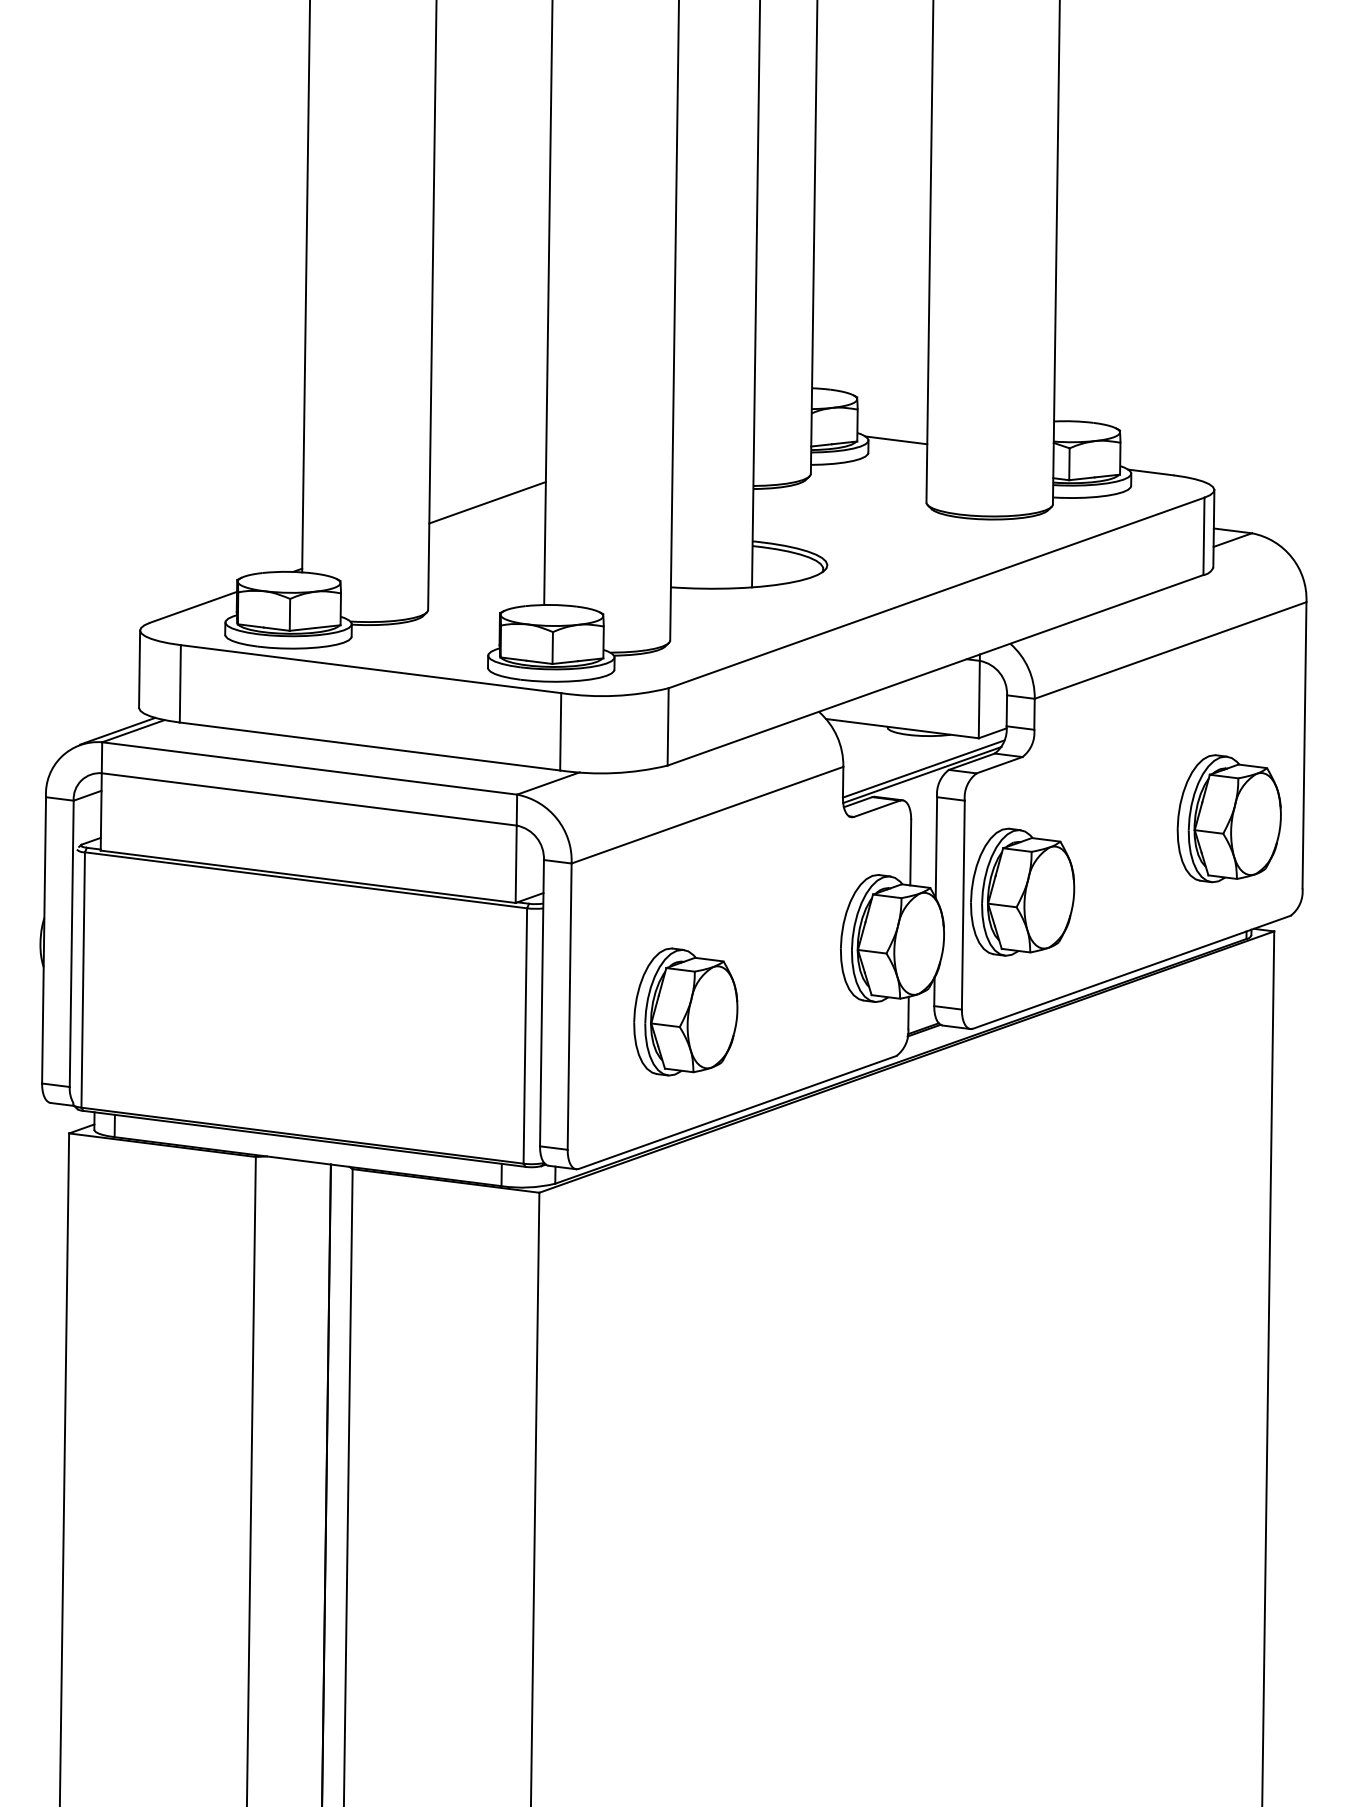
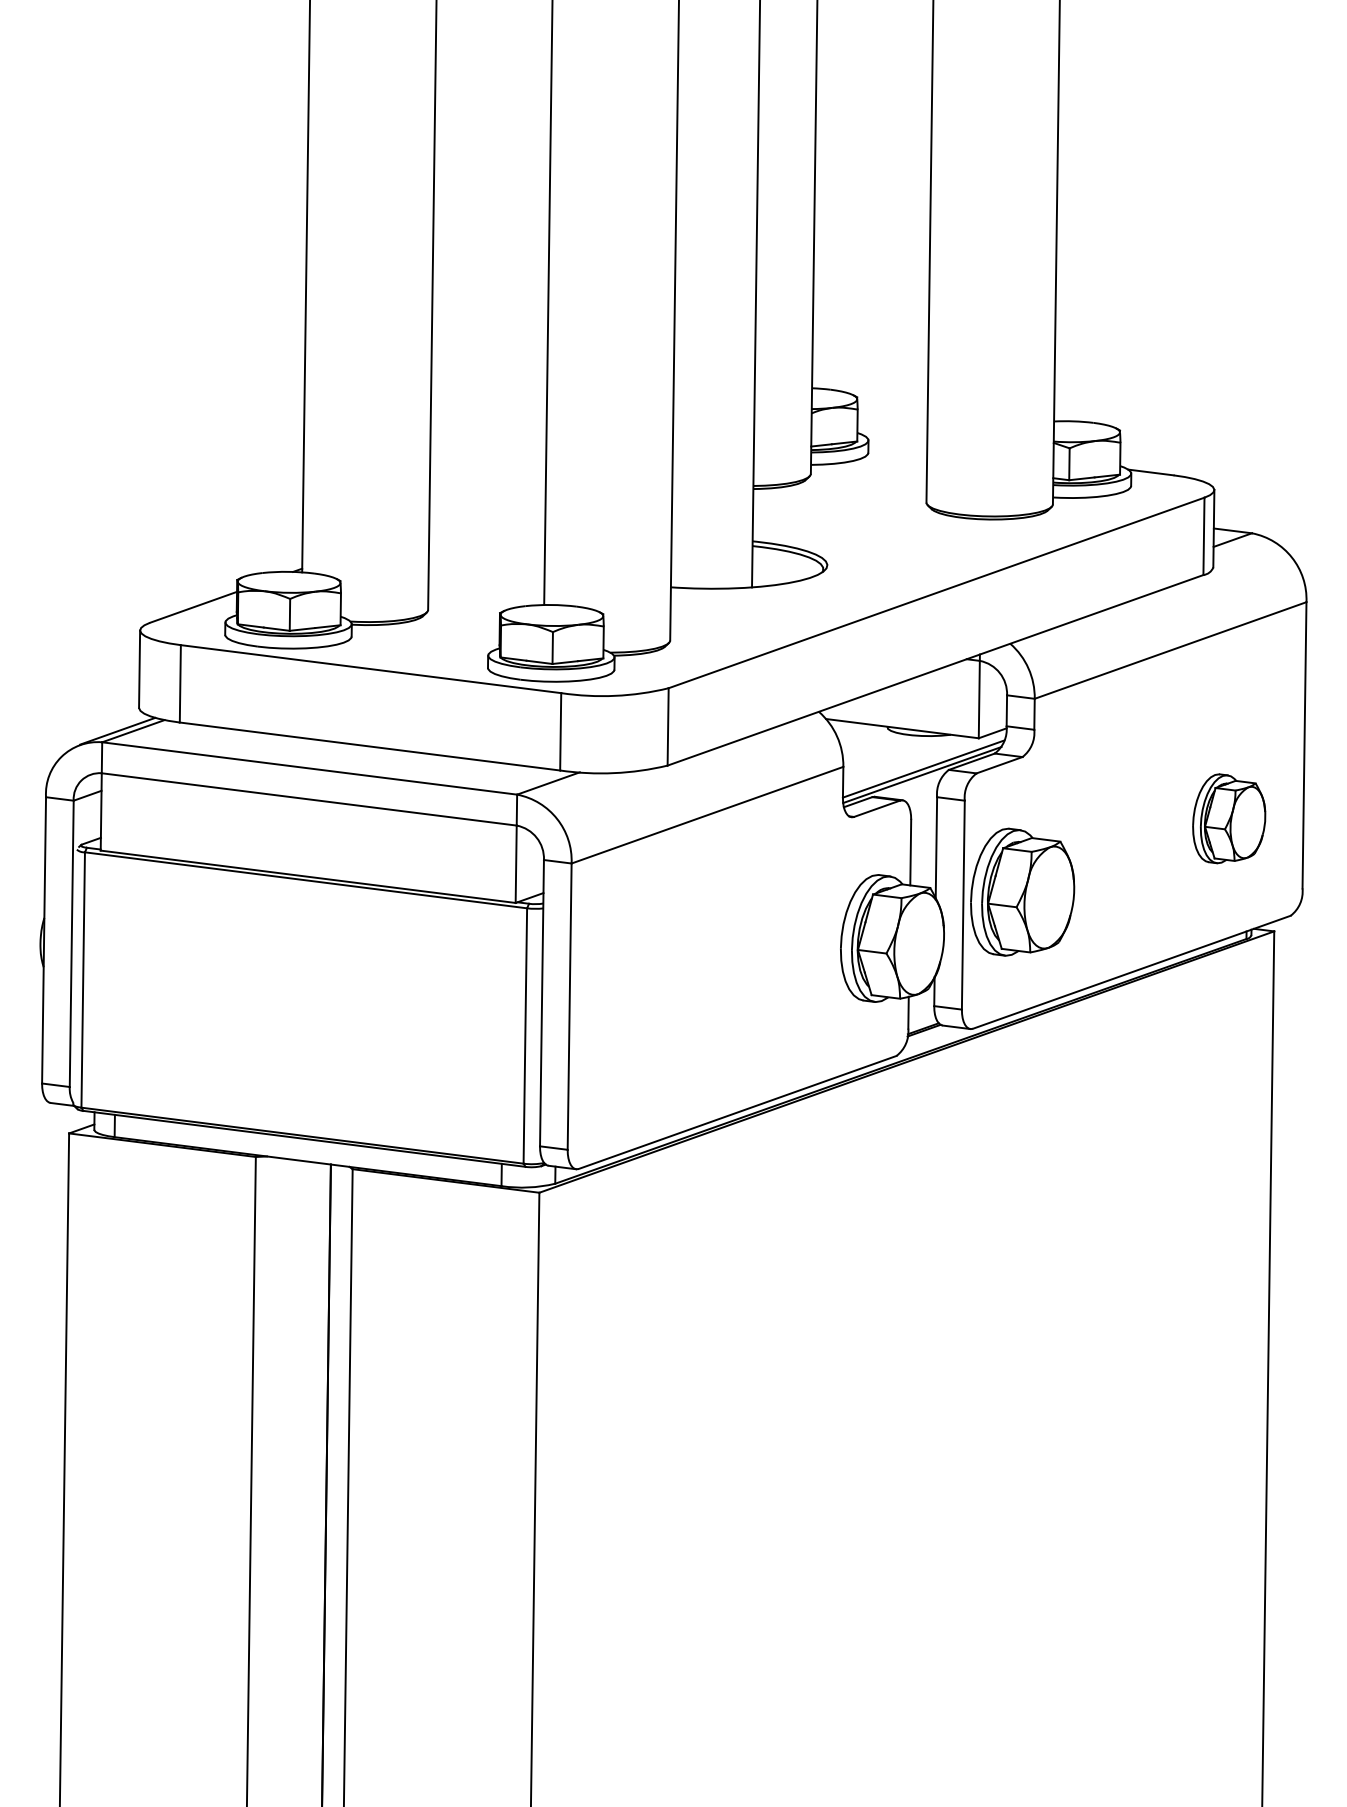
line at (896, 440): present -> none
line at (487, 502): present -> none
part at (1228, 818) size: 106x130 px -> 75x92 px
part at (685, 1011): present -> none
